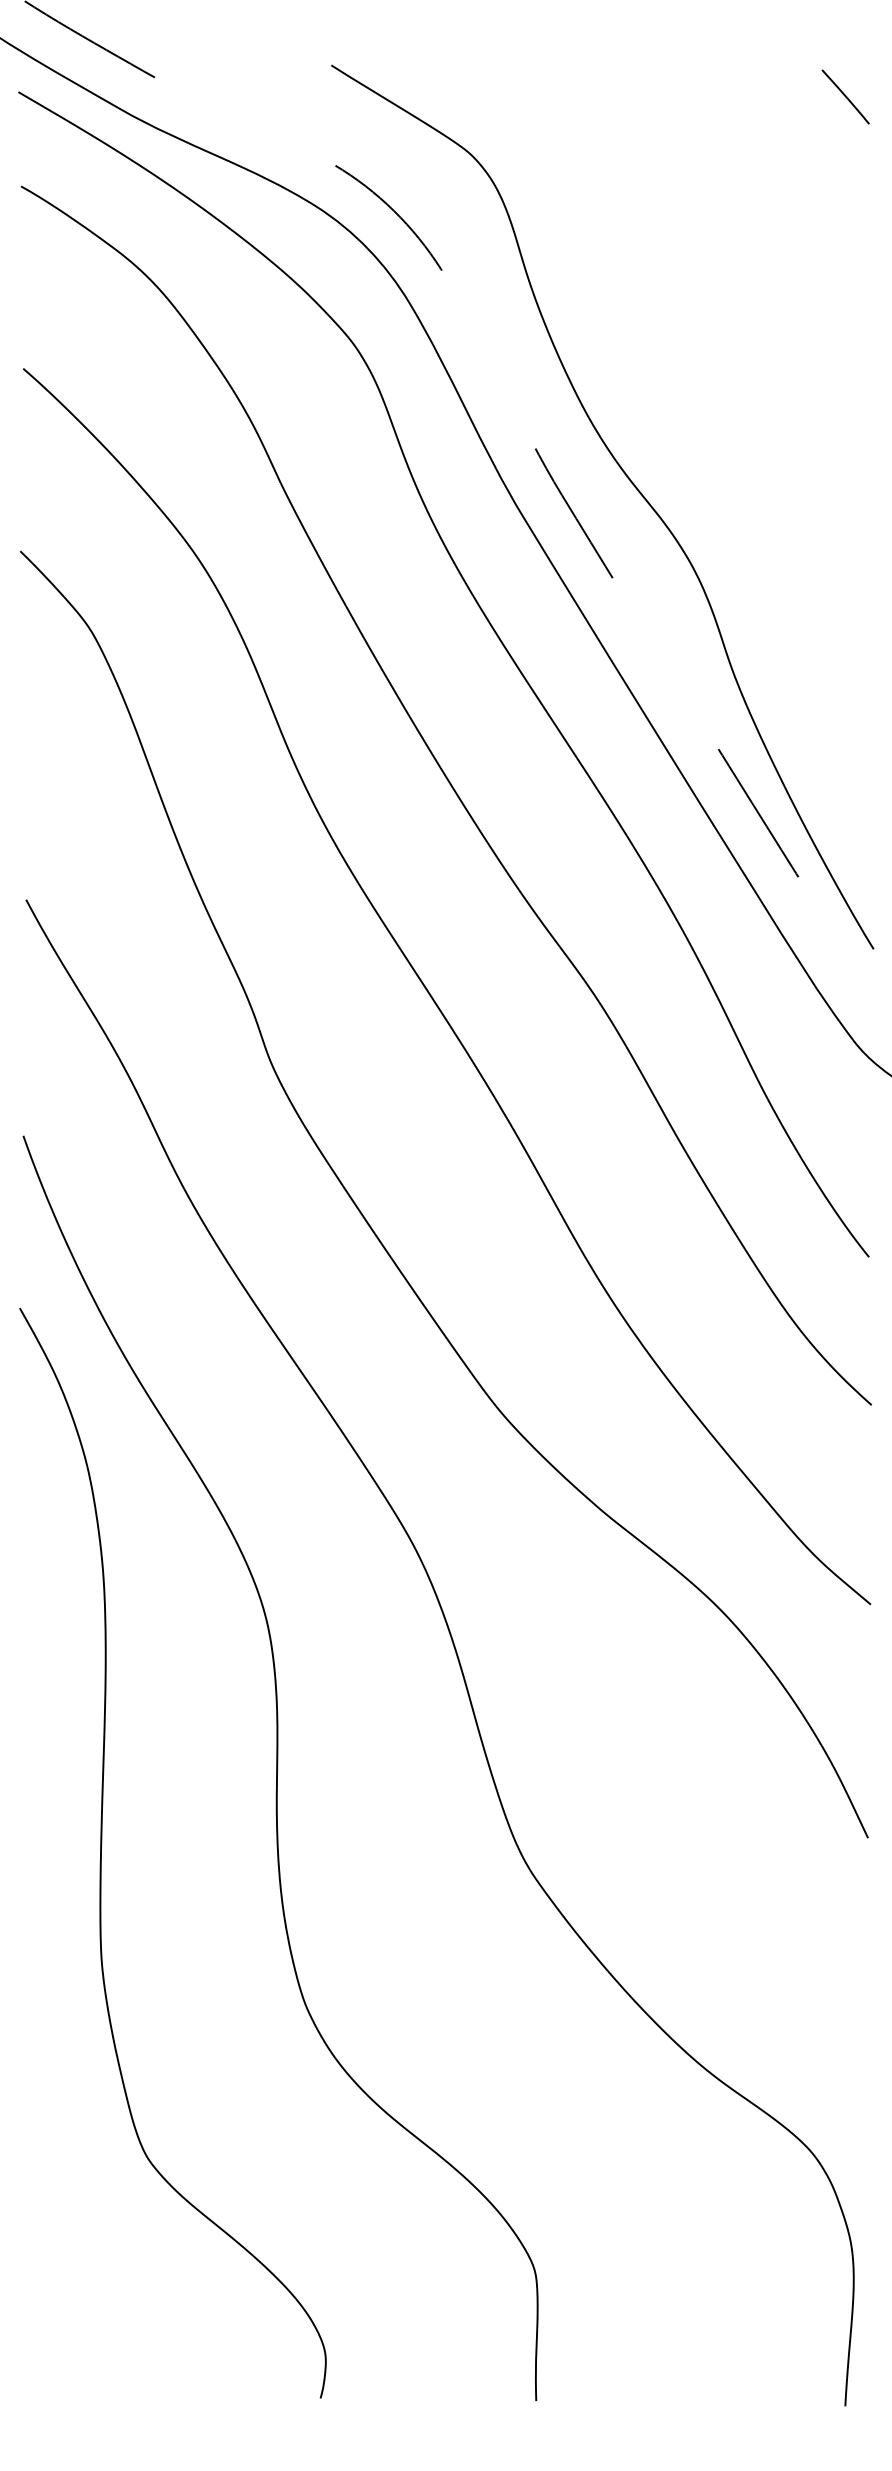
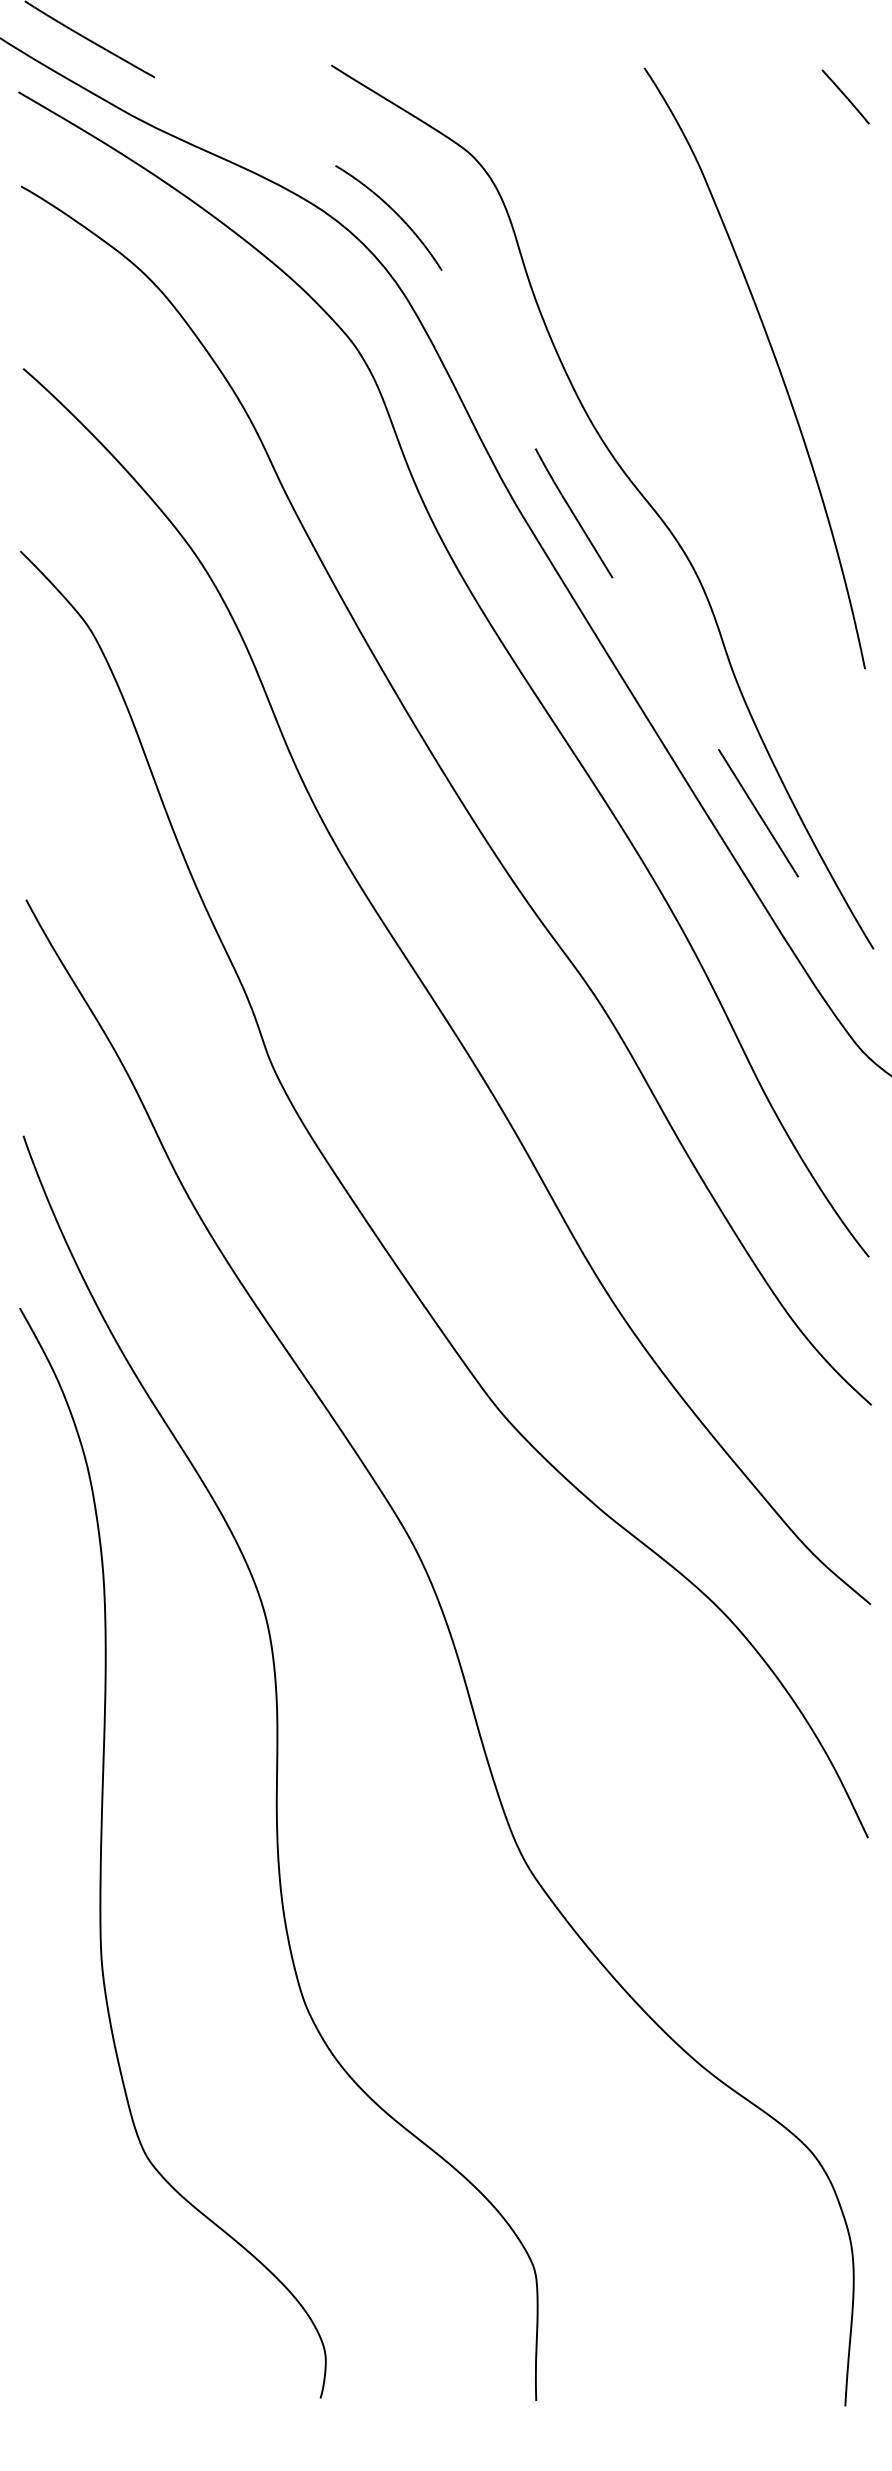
curve at (775, 361): none -> present
